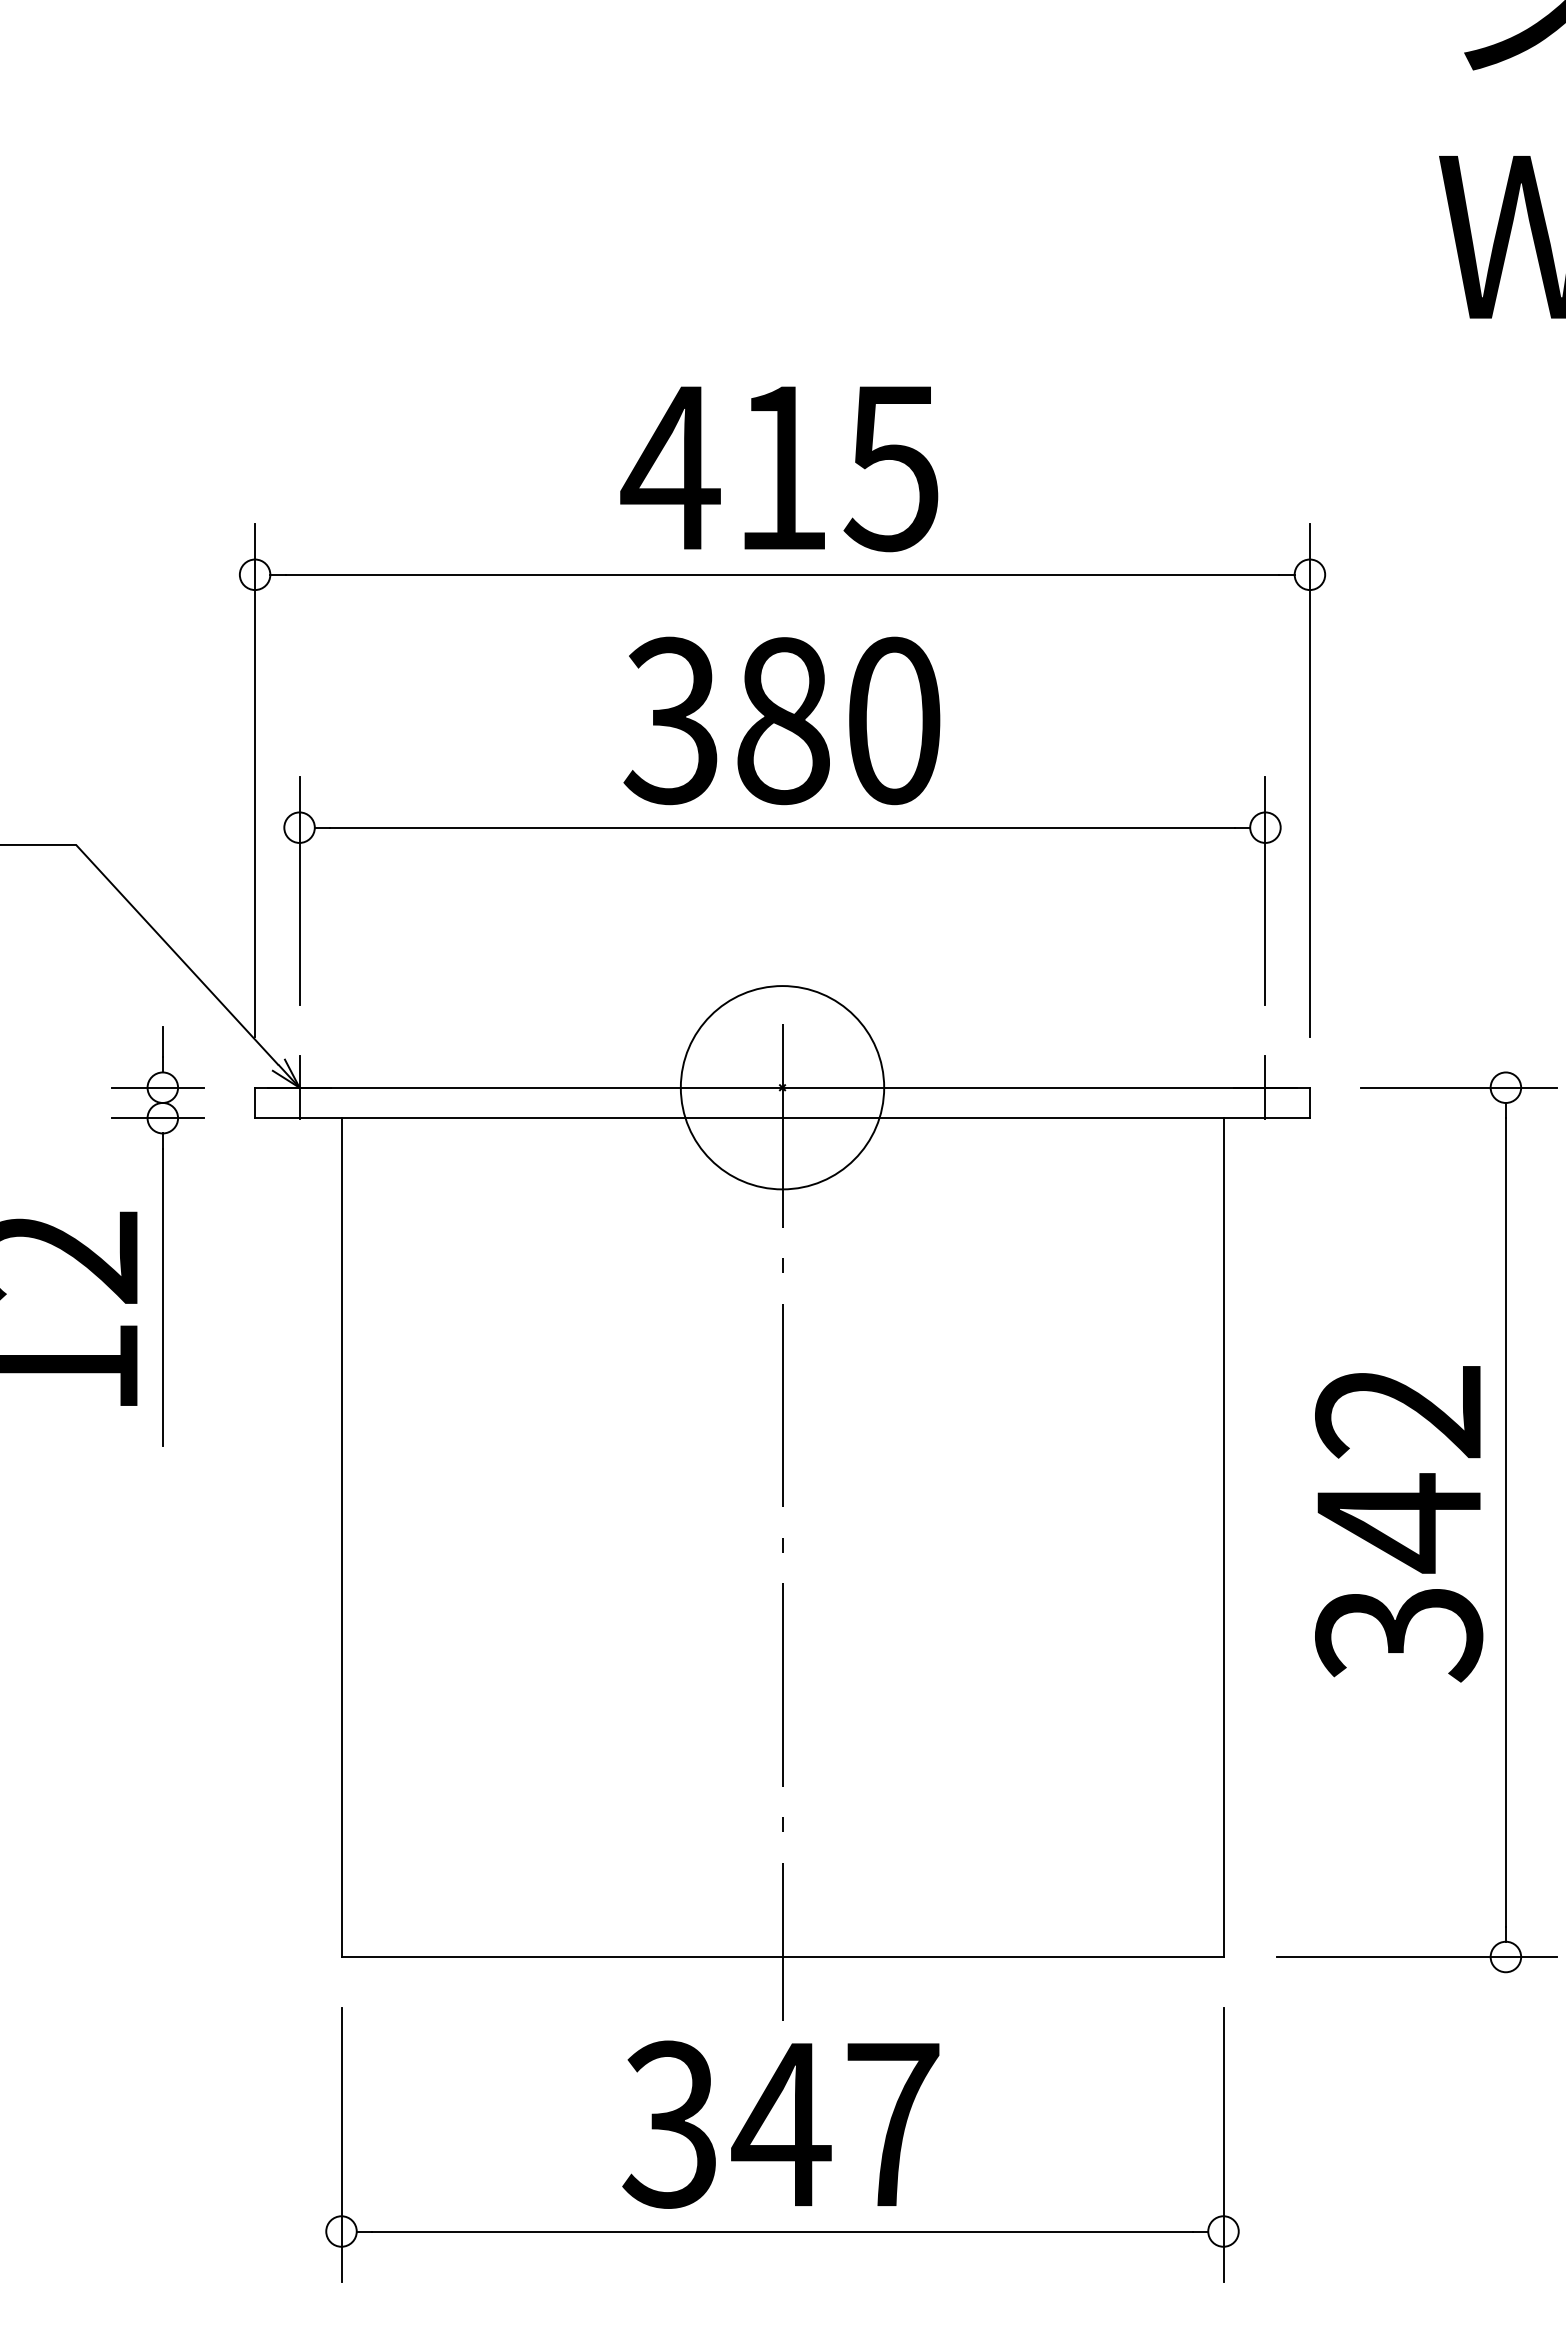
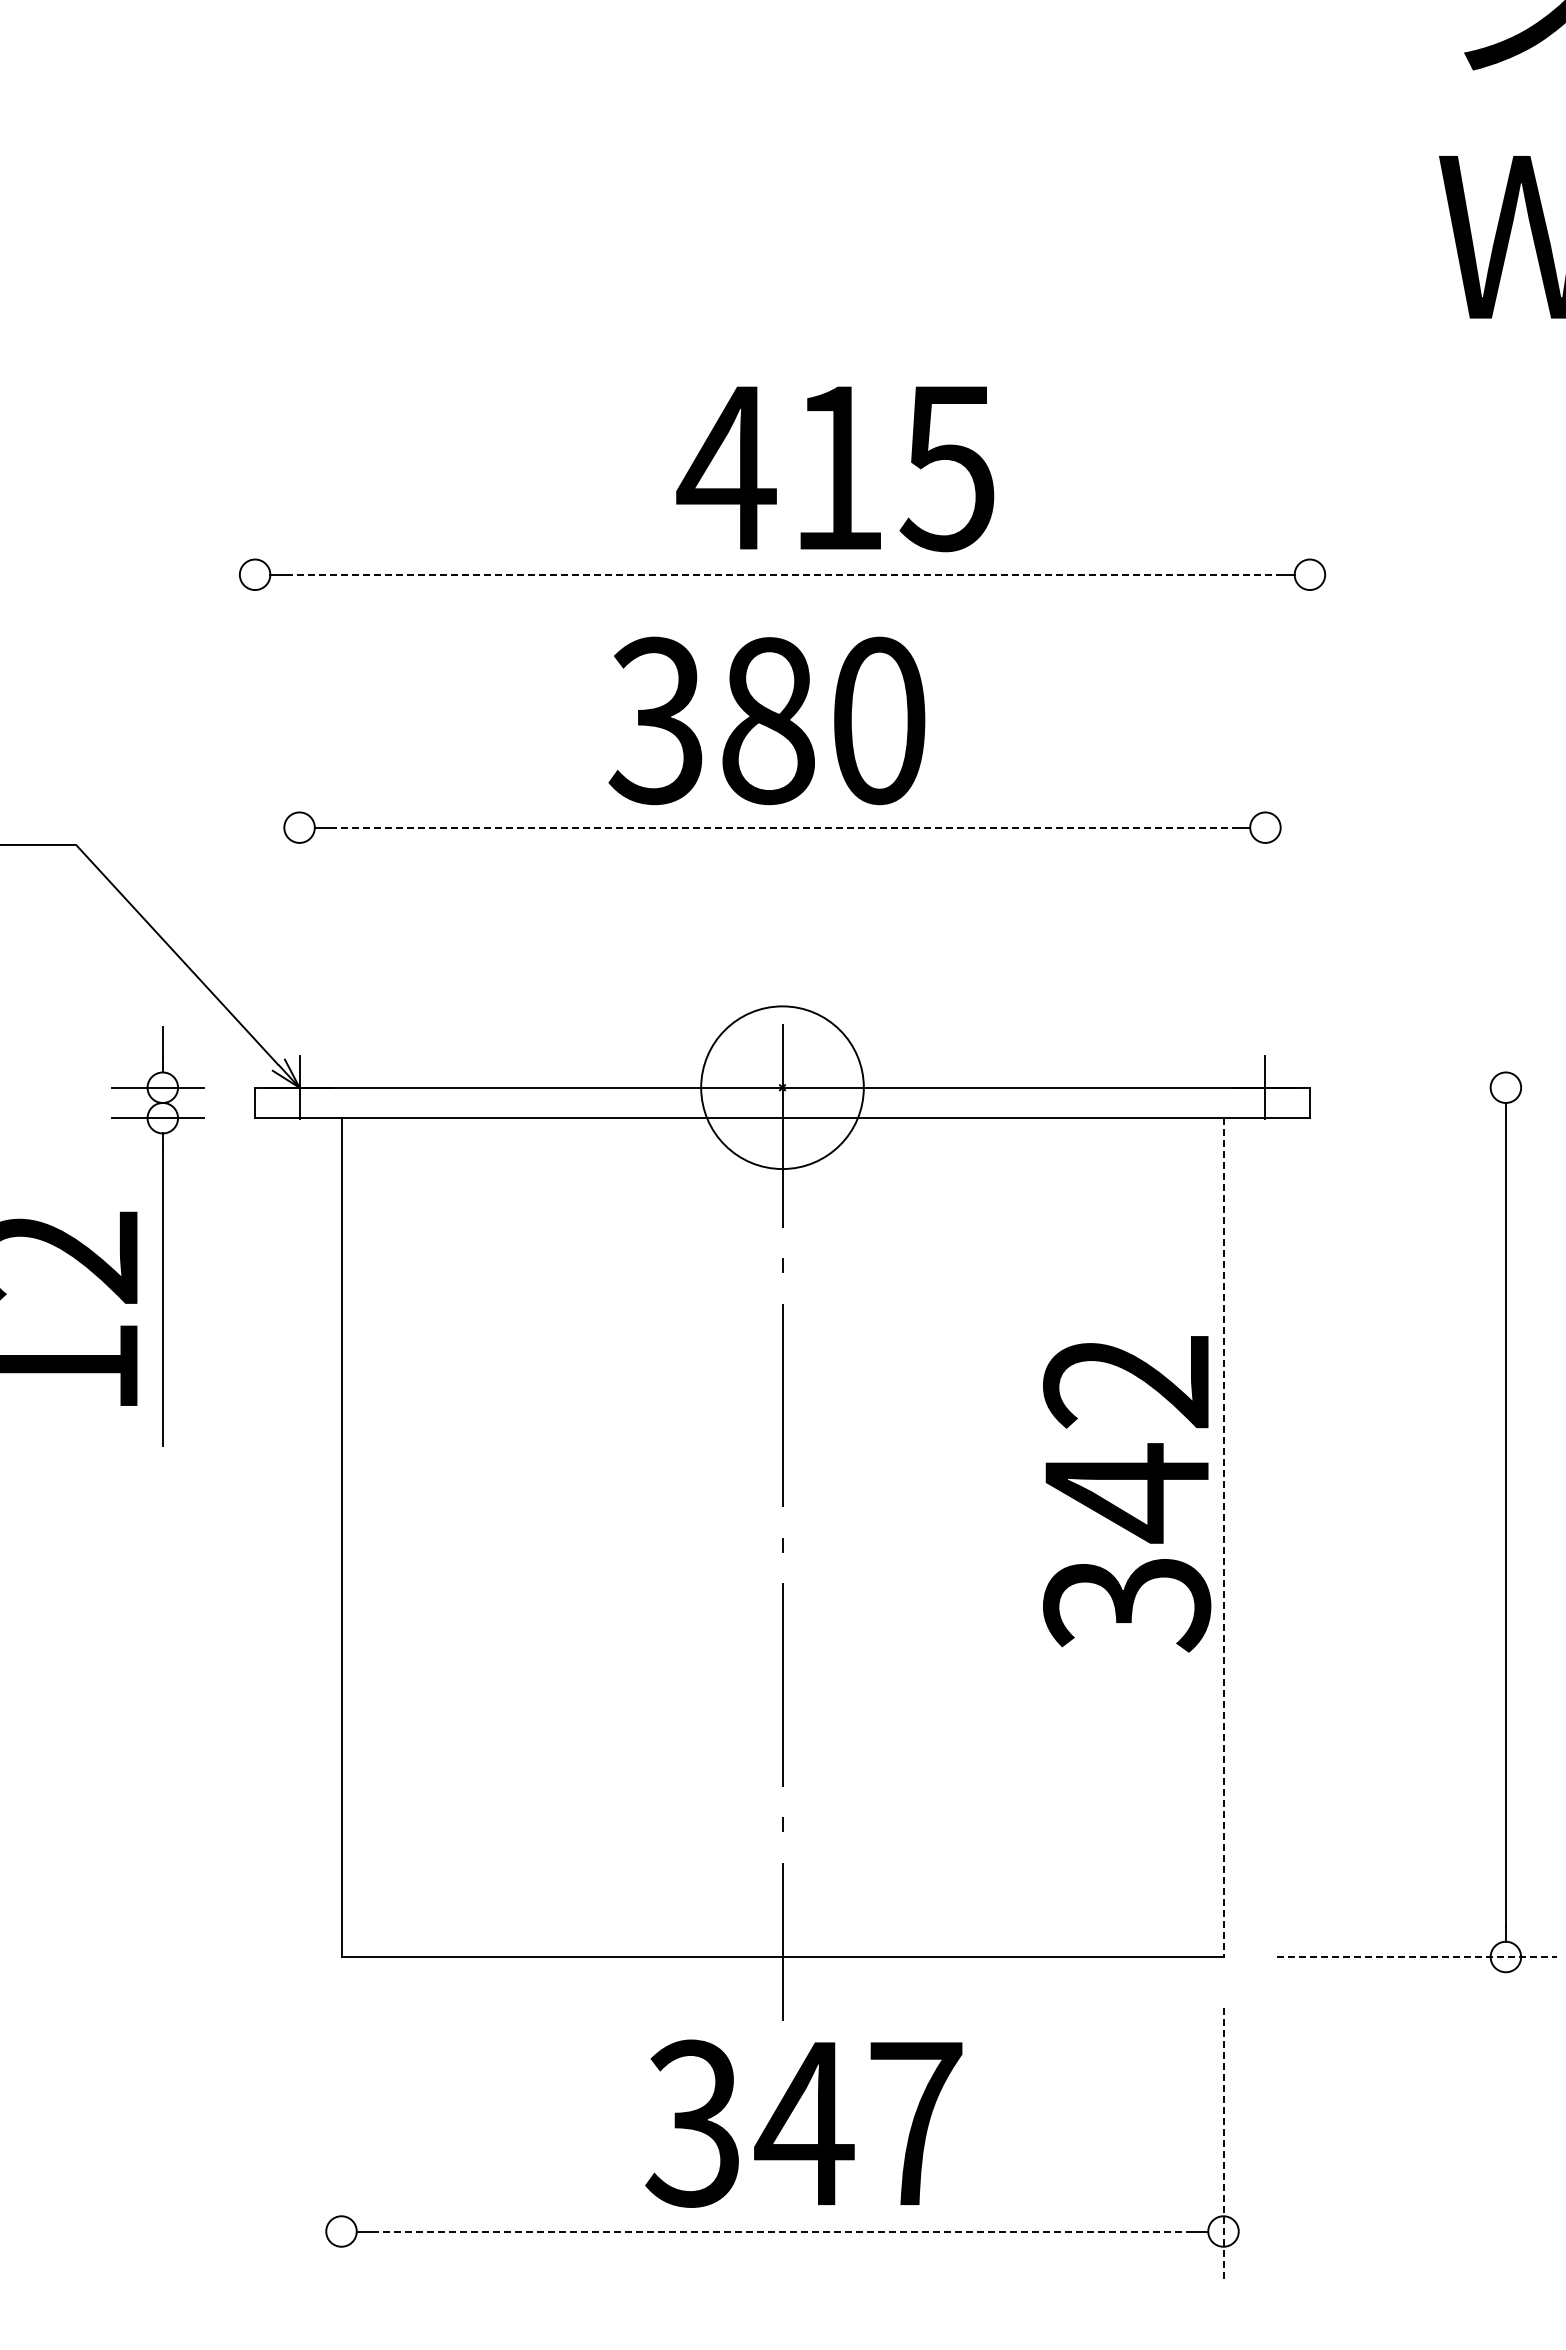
text at (779, 469) position: (779, 469) -> (835, 469)
line at (782, 574): solid -> dashed
text at (781, 720) position: (781, 720) -> (766, 720)
line at (255, 779): present -> none
line at (1309, 779): present -> none
line at (783, 827): solid -> dashed
line at (299, 890): present -> none
line at (1265, 890): present -> none
circle at (782, 1087) diameter: 203 px -> 163 px
line at (1458, 1087): present -> none
text at (1399, 1524) position: (1399, 1524) -> (1127, 1494)
line at (1223, 1538): solid -> dashed
line at (1416, 1957): solid -> dashed
text at (780, 2124) position: (780, 2124) -> (803, 2123)
line at (341, 2144): present -> none
line at (1223, 2145): solid -> dashed
line at (783, 2231): solid -> dashed
